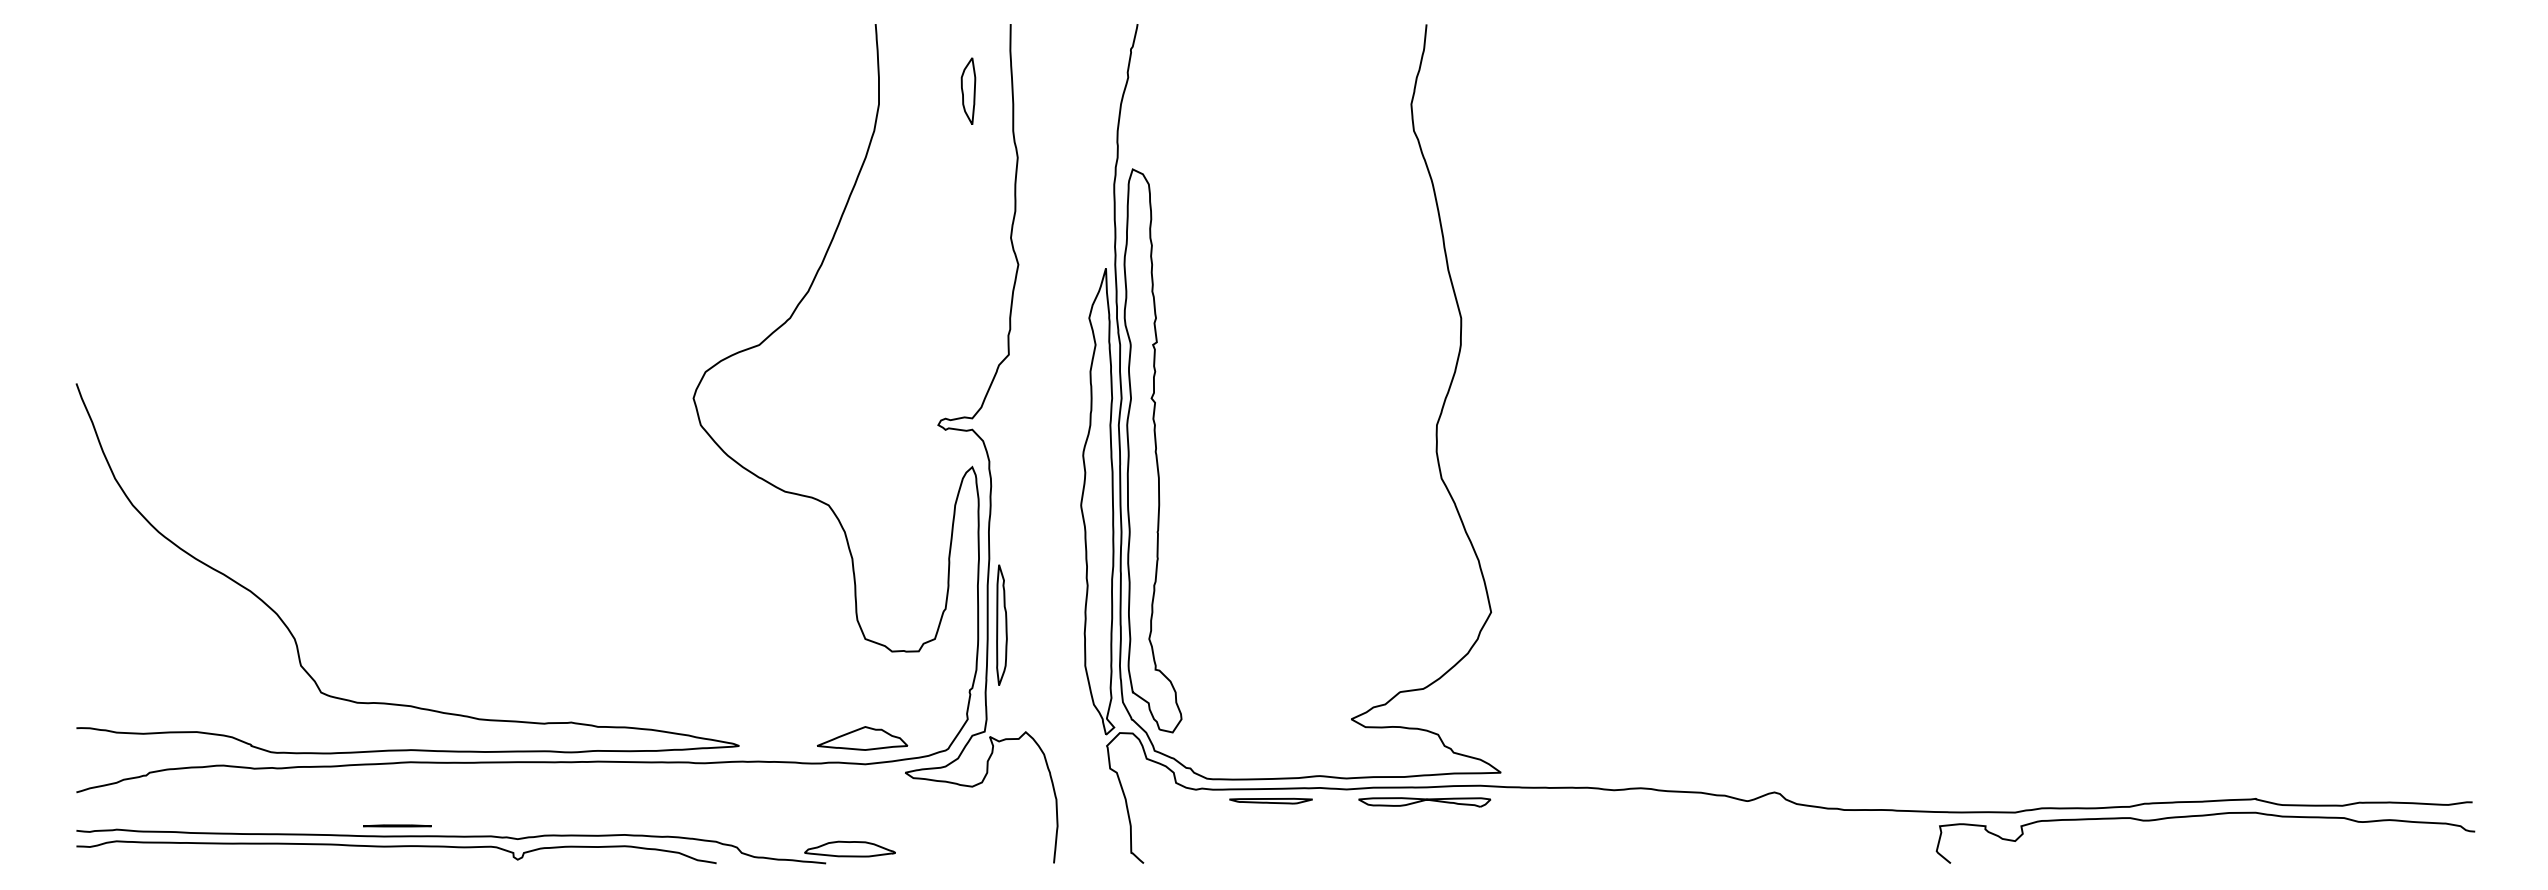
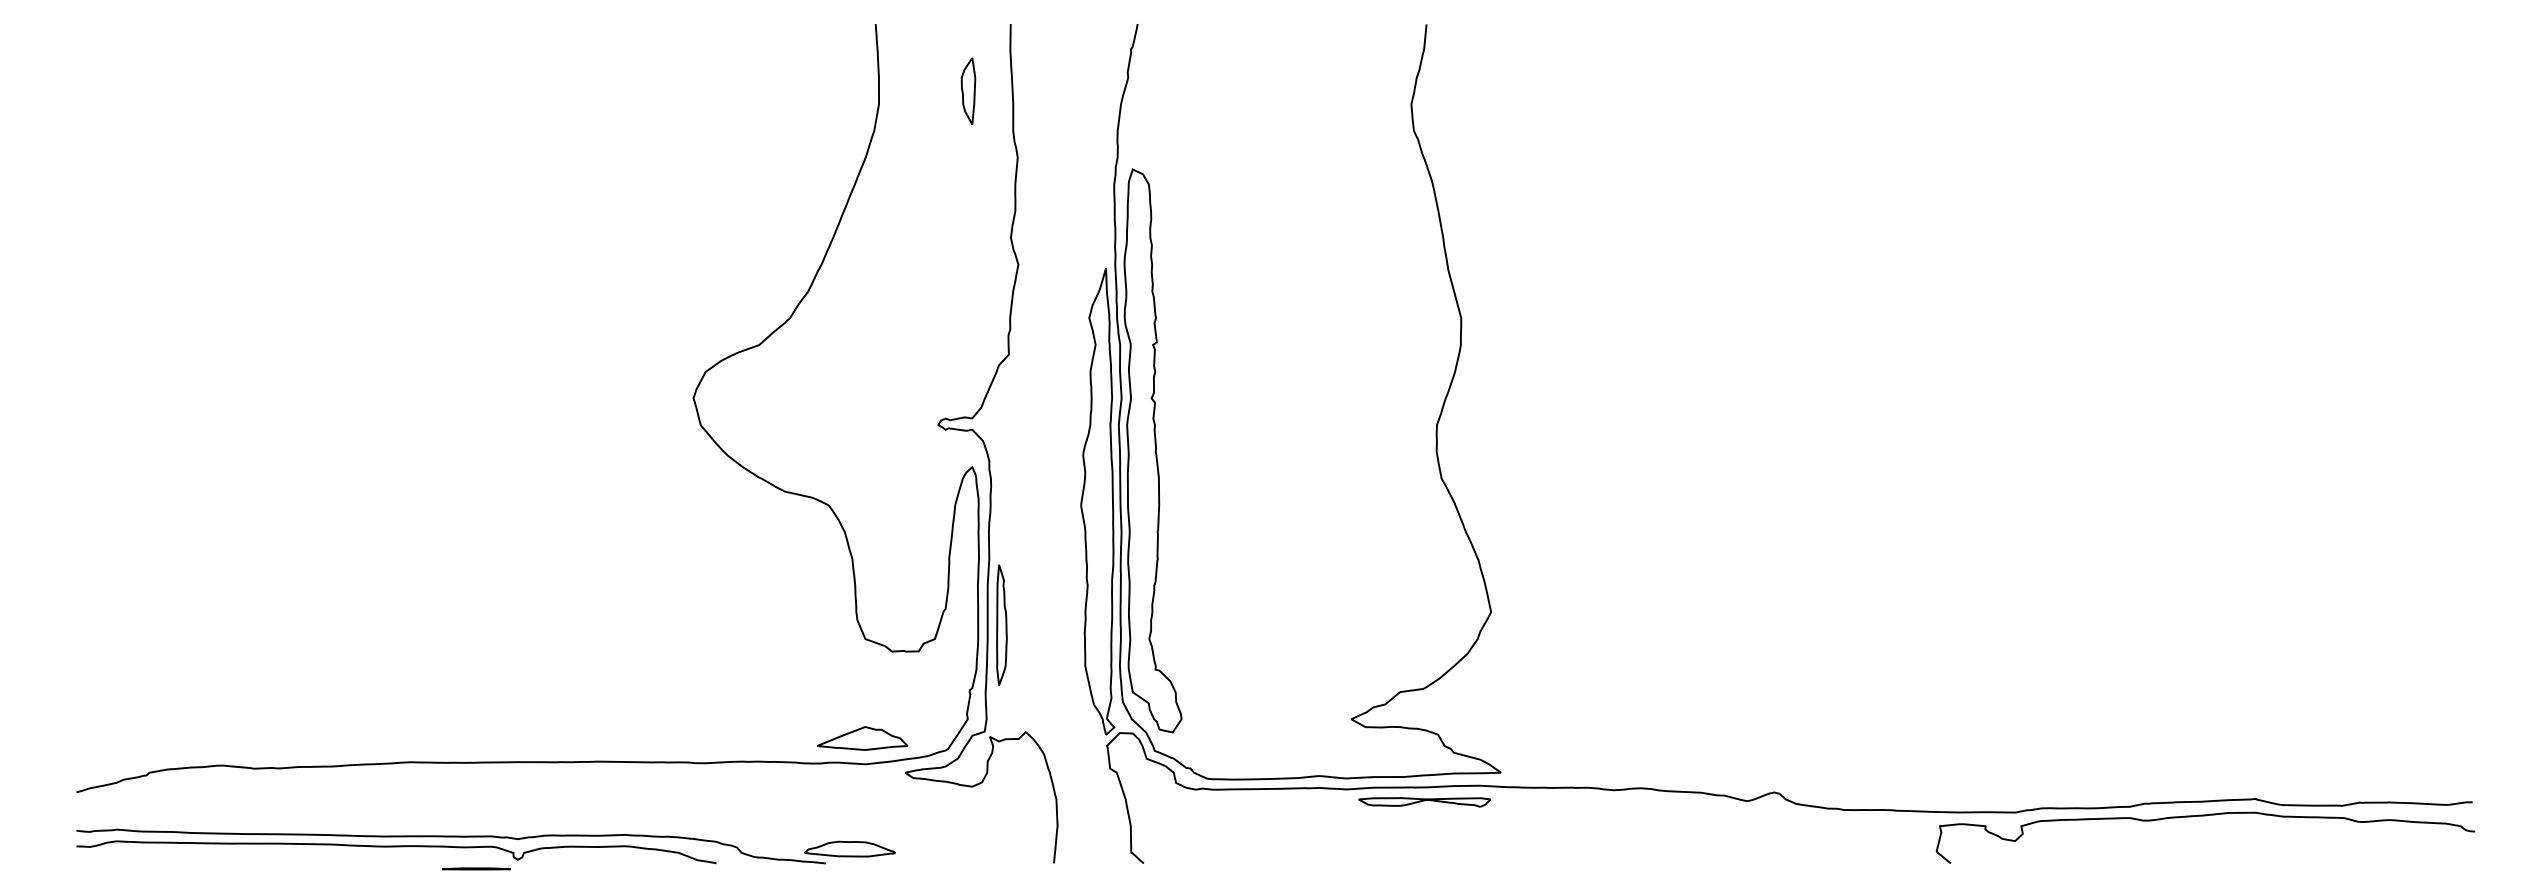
curve at (294, 636): present -> none
part at (1270, 800): present -> none
line at (397, 825) position: (397, 825) -> (476, 868)
